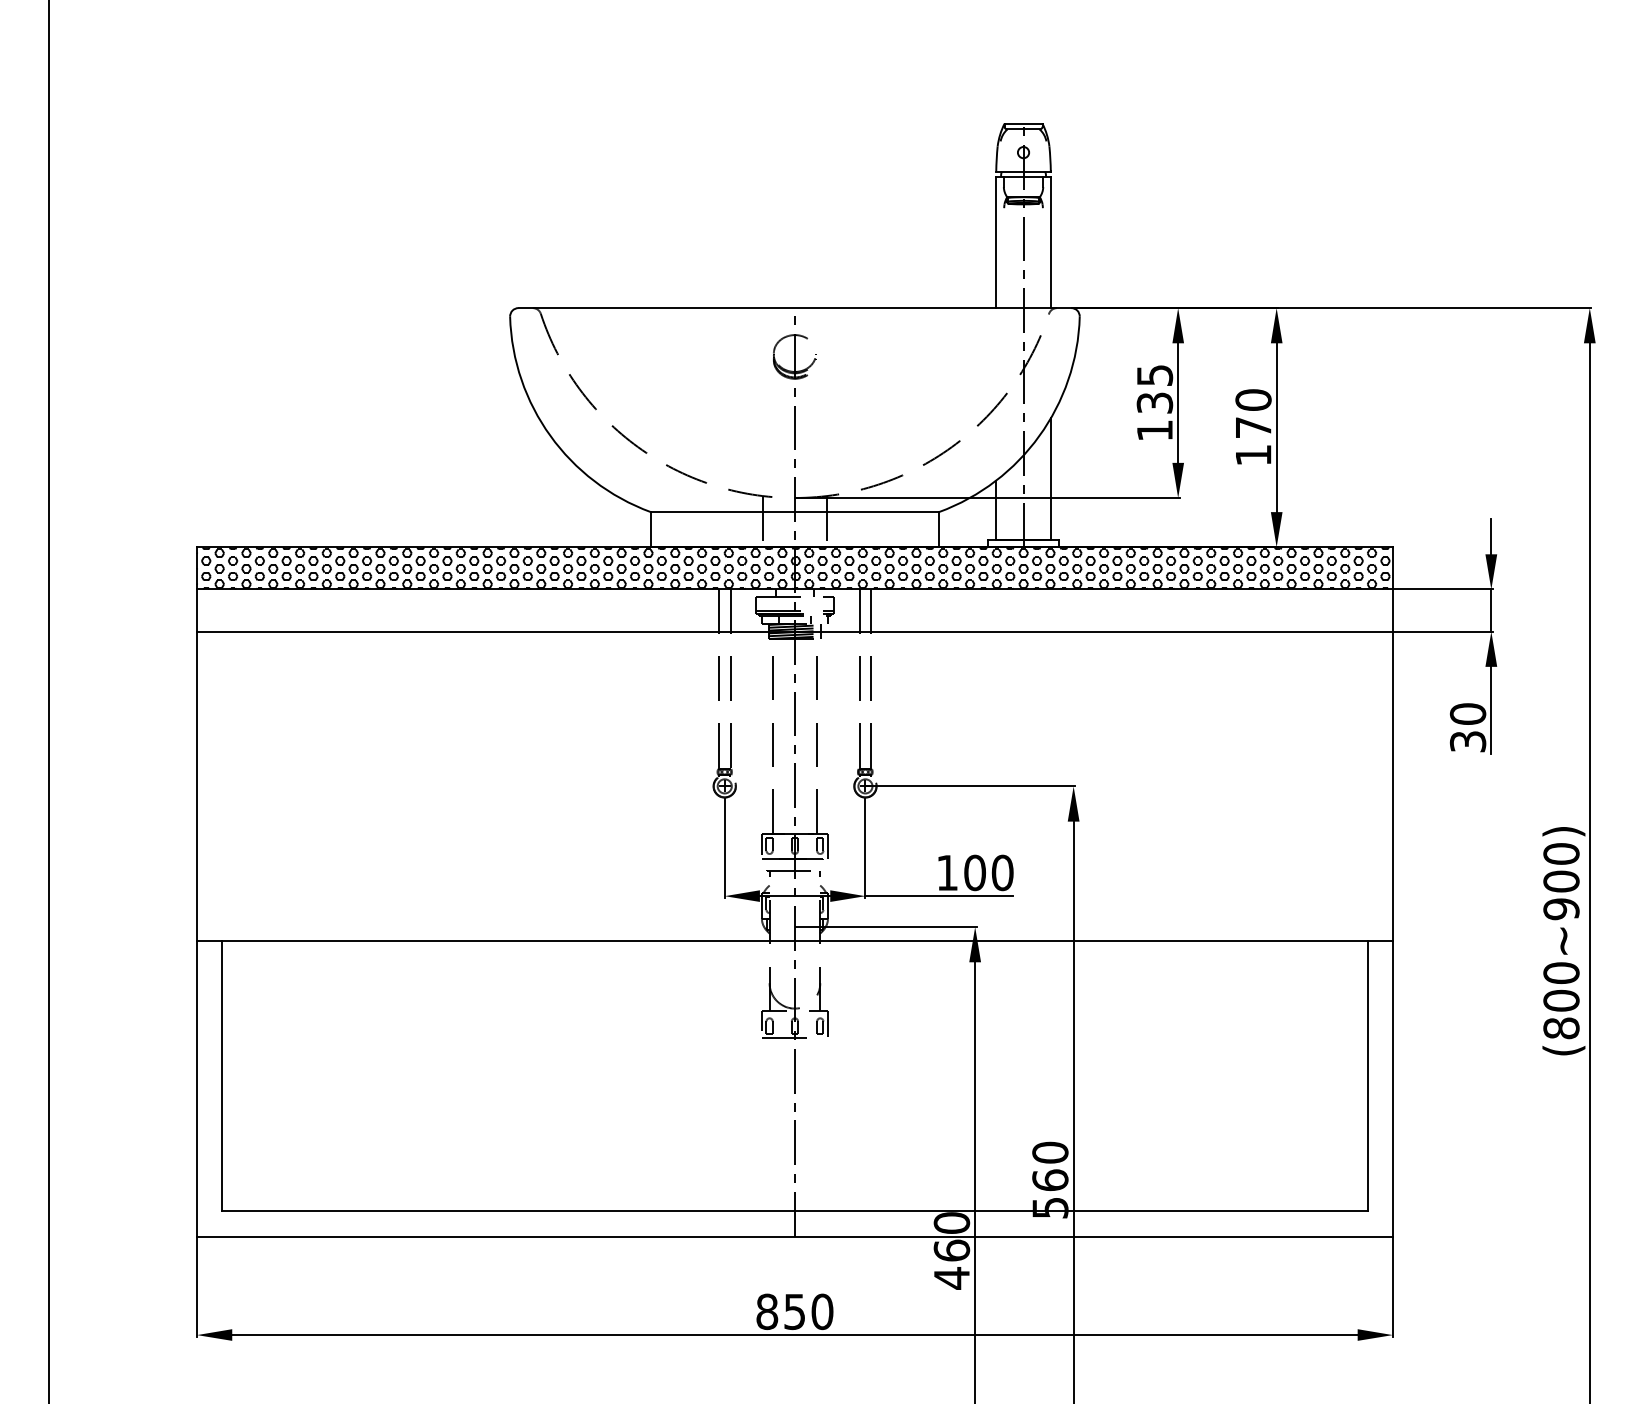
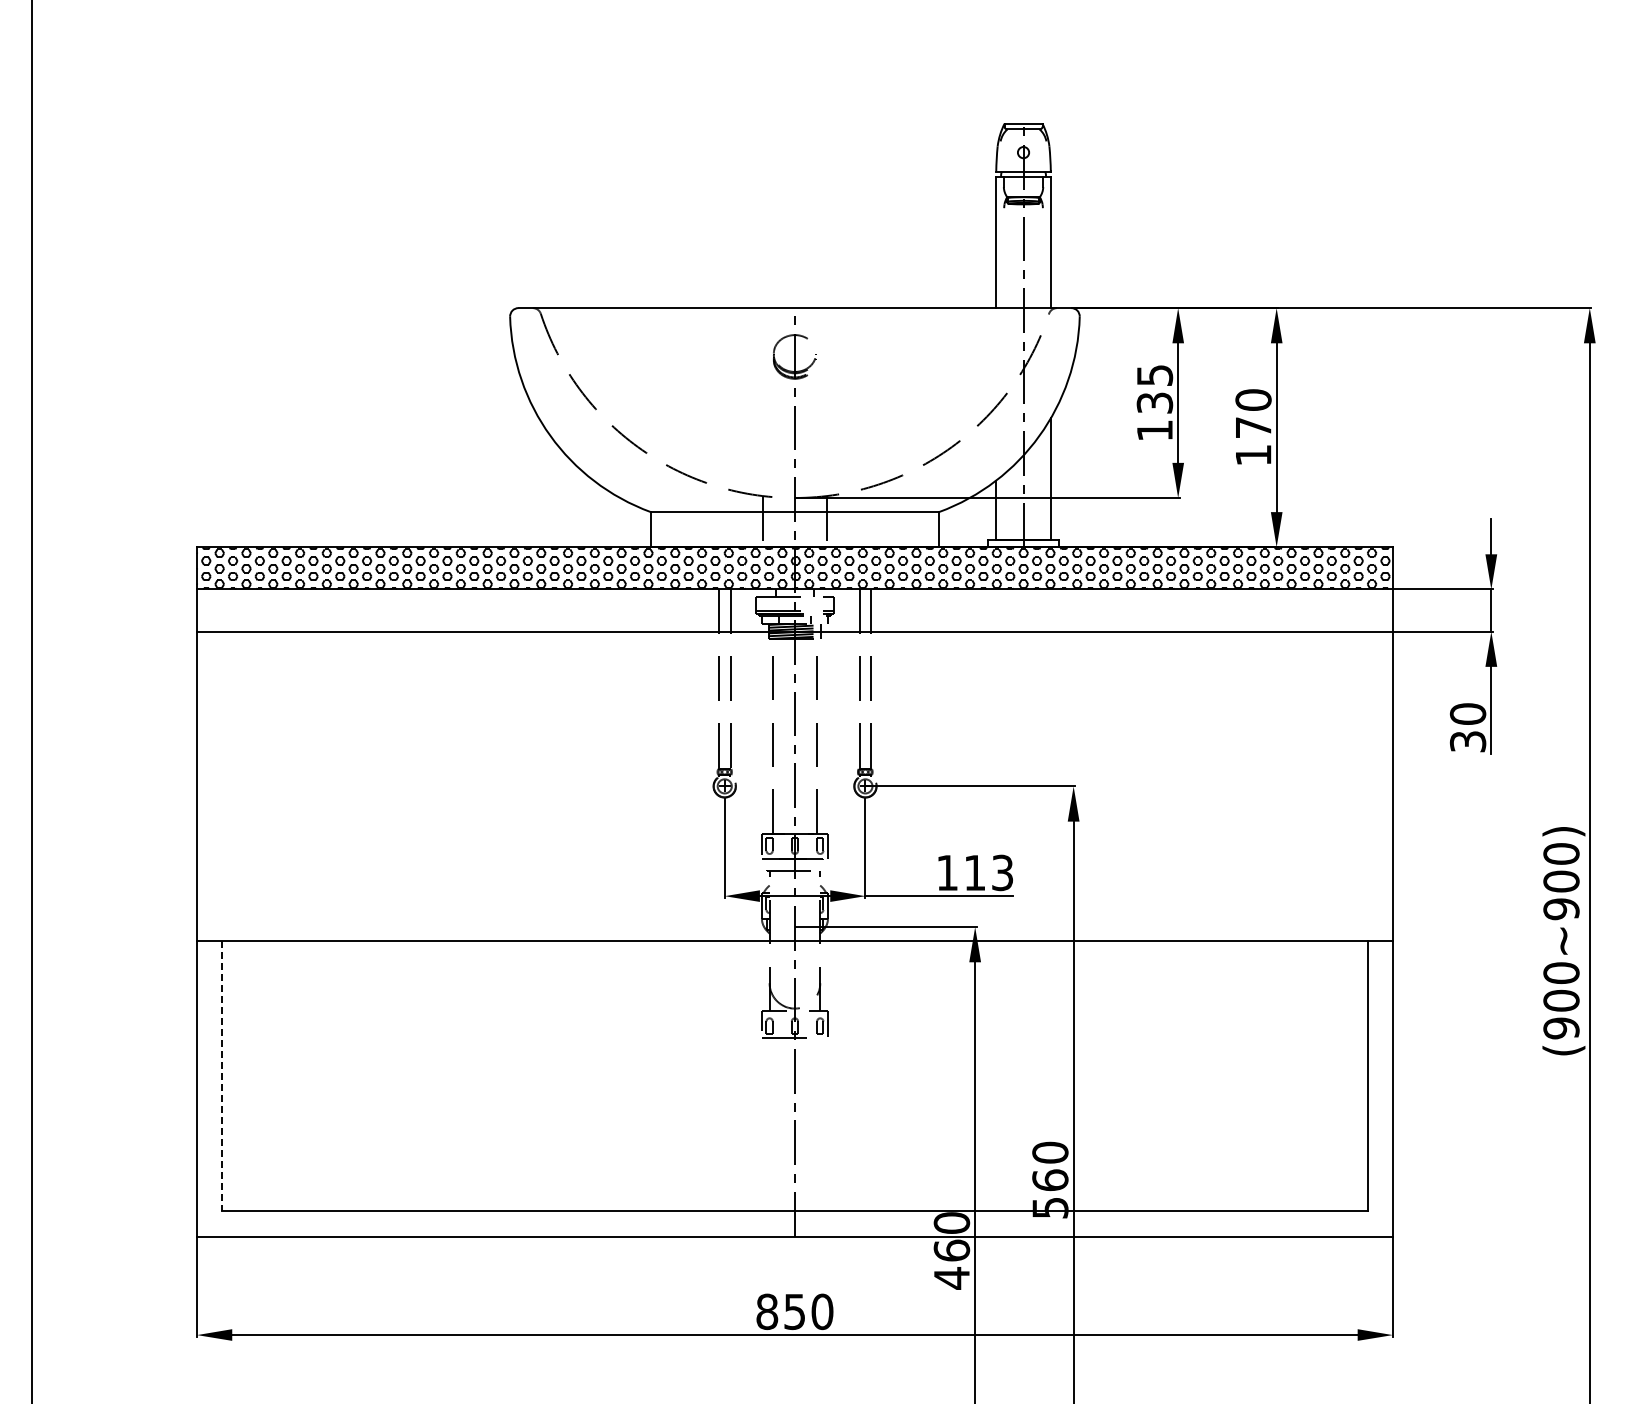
line at (49, 701) position: (49, 701) -> (32, 701)
text at (988, 872): 100 -> 113
text at (1561, 1028): (800~900) -> (900~900)
line at (222, 1076): solid -> dashed
